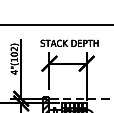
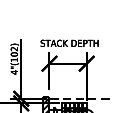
line at (56, 25): present -> none
